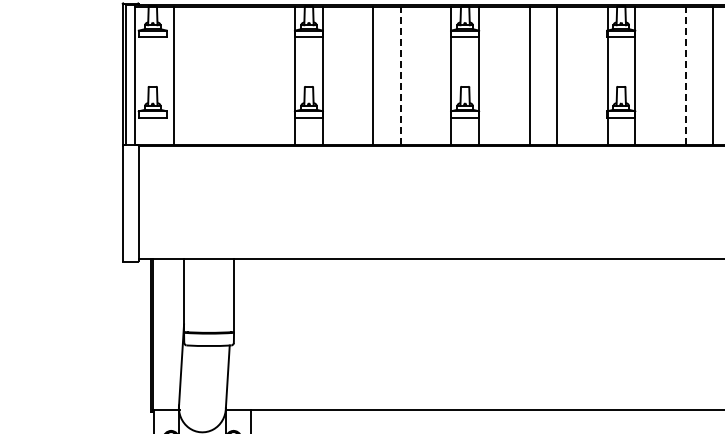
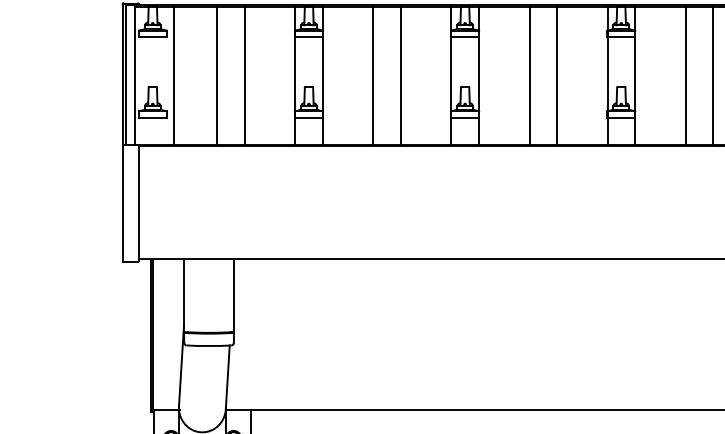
line at (217, 76): none -> present
line at (244, 76): none -> present
line at (400, 76): dashed -> solid
line at (685, 76): dashed -> solid
